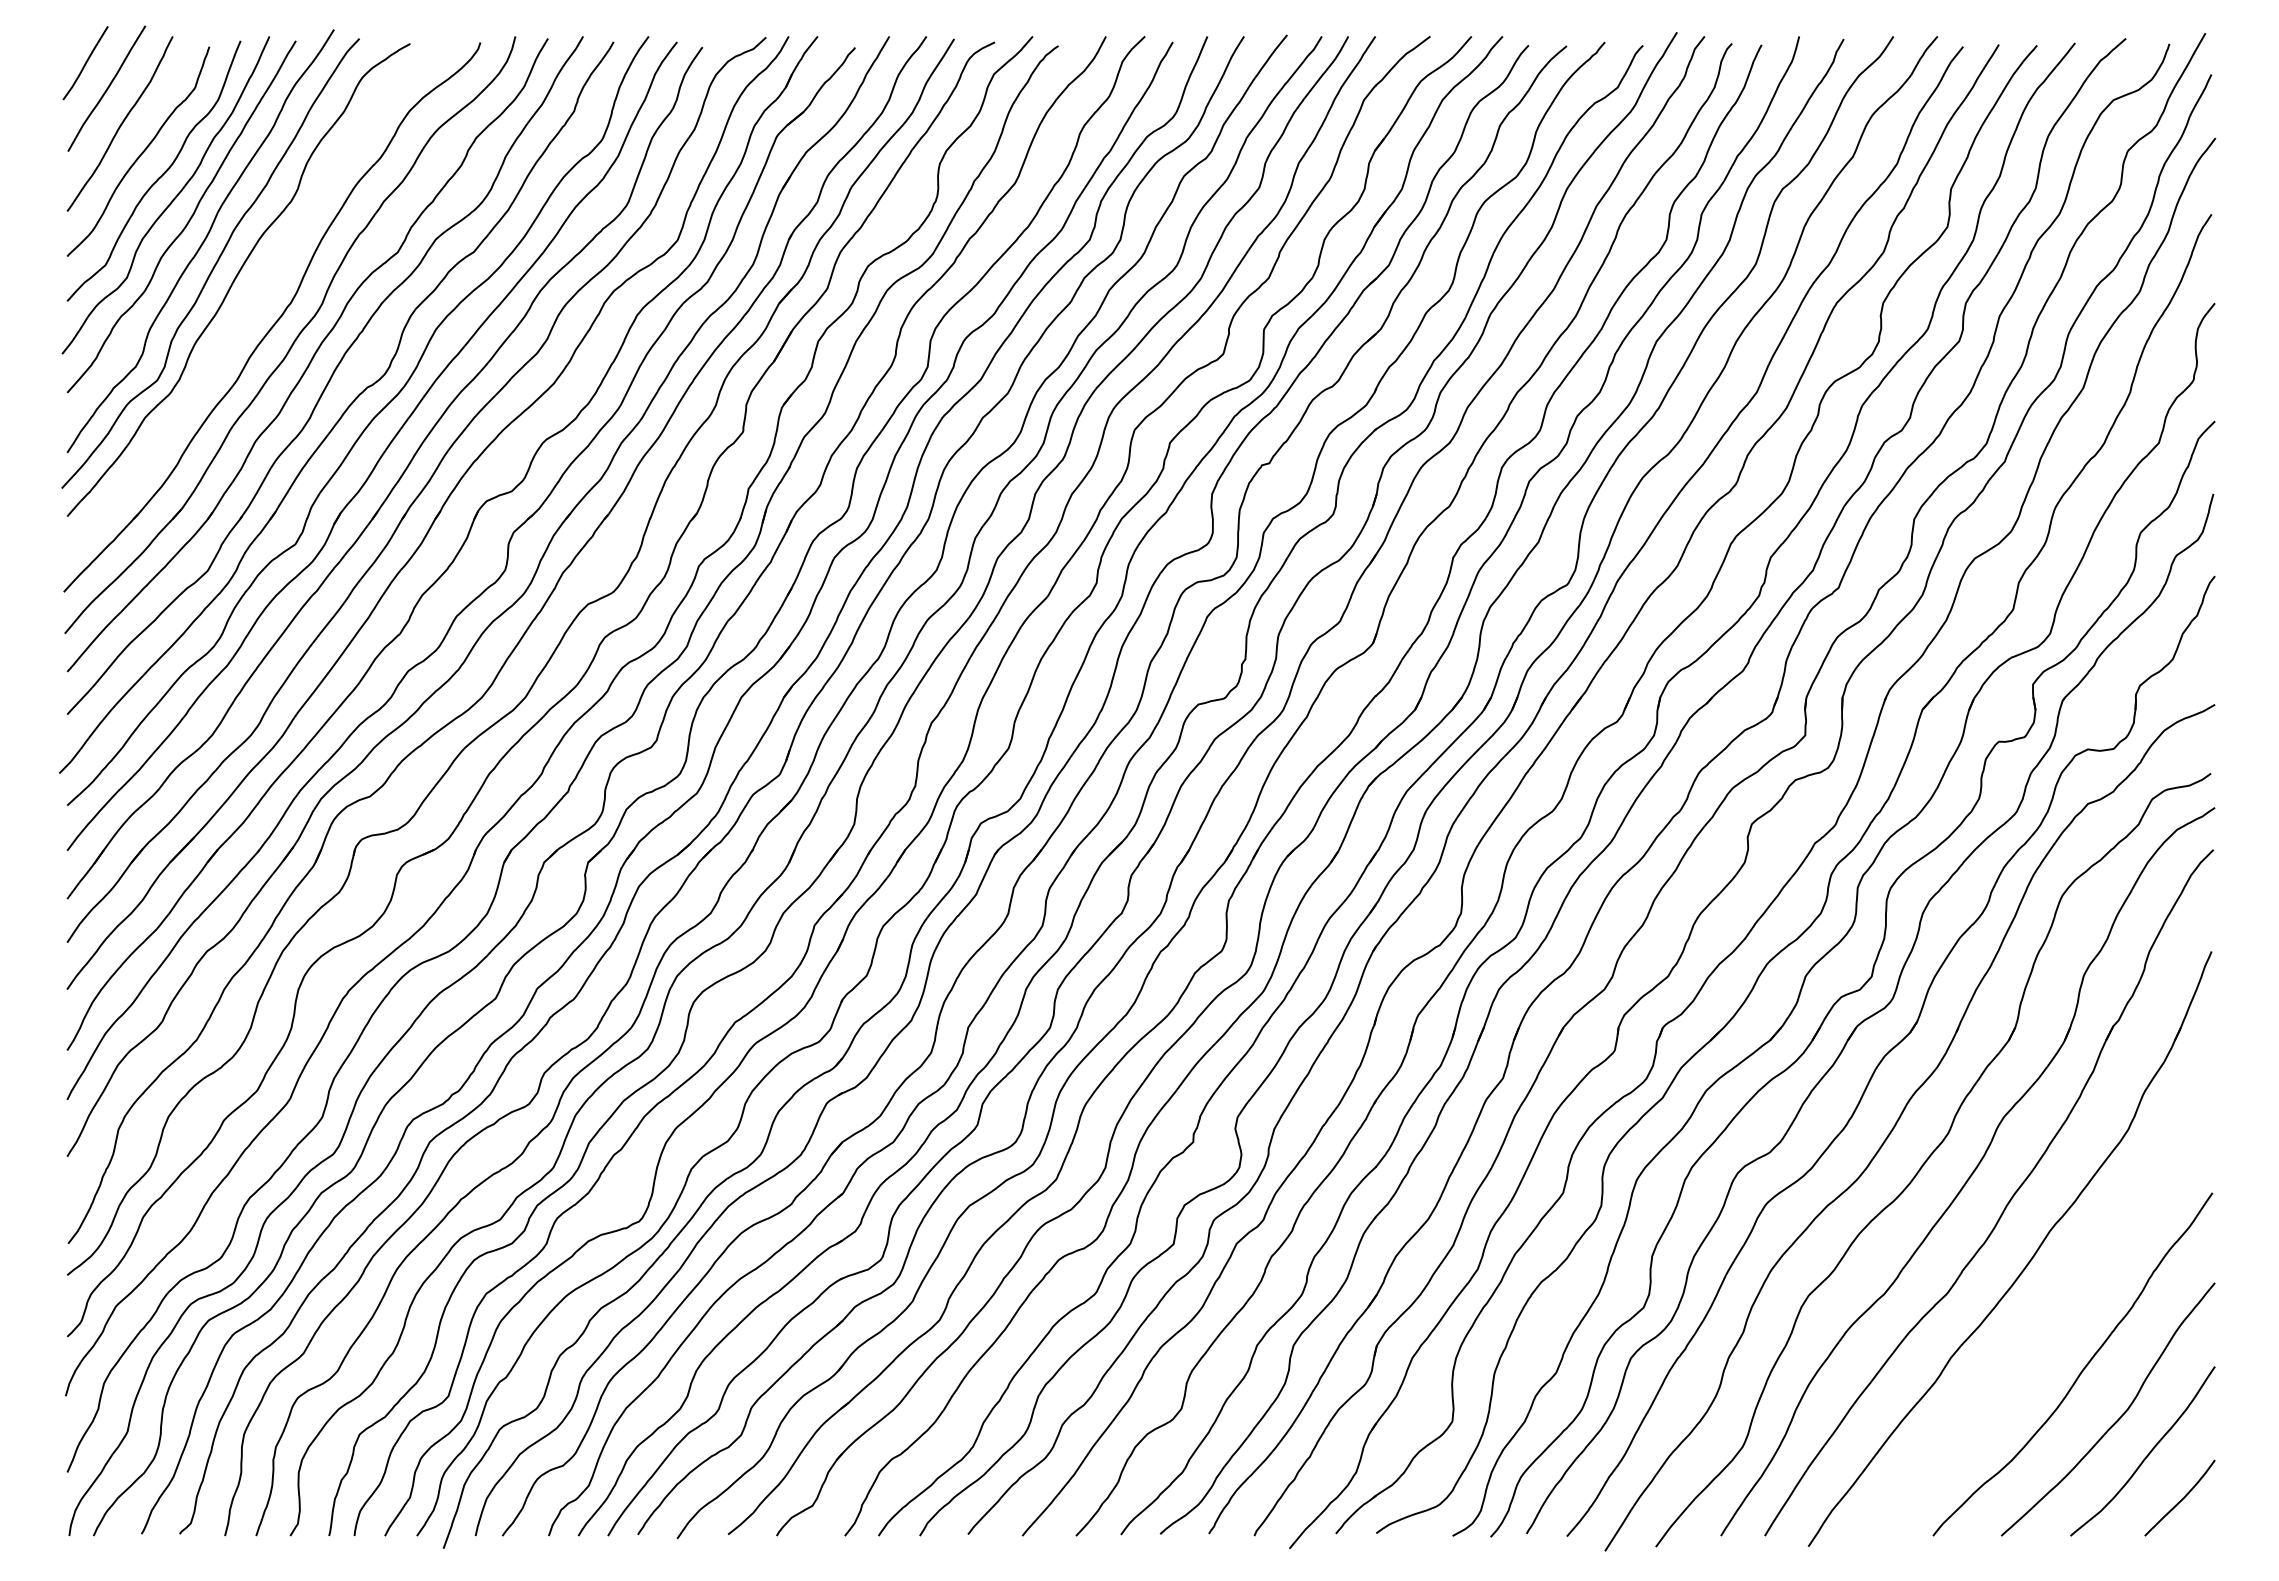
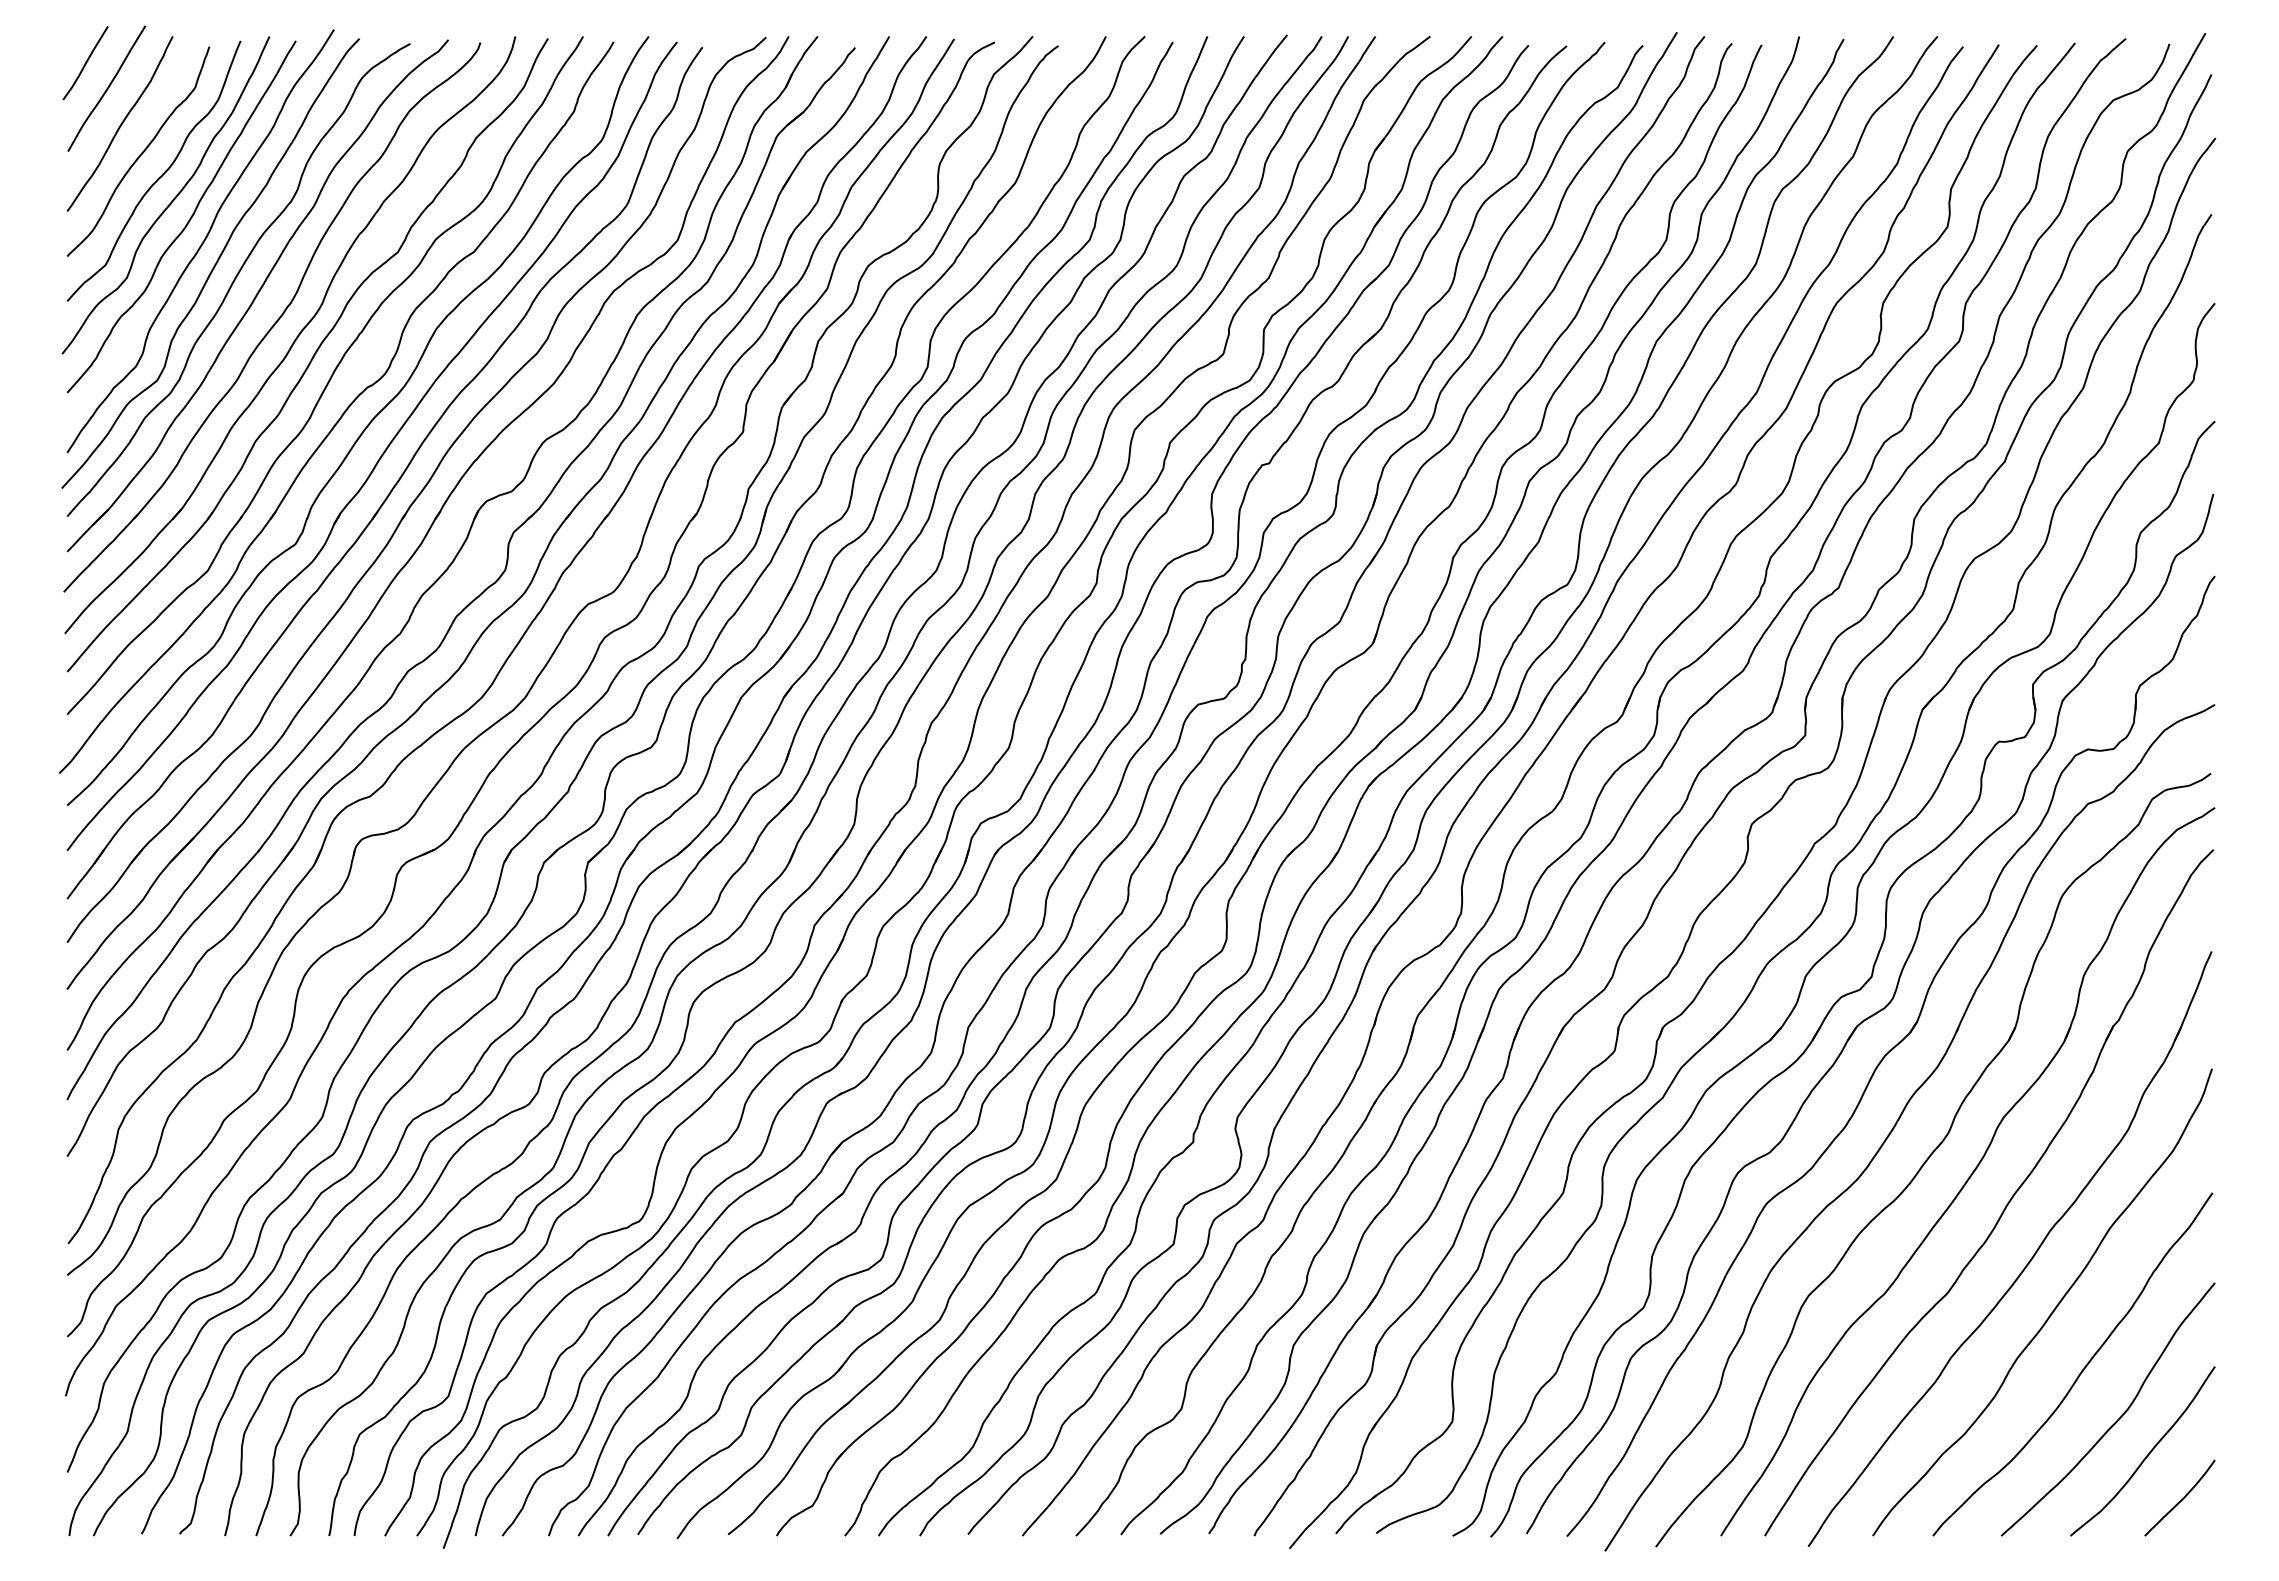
part at (257, 295): none -> present
curve at (2052, 1310): none -> present
